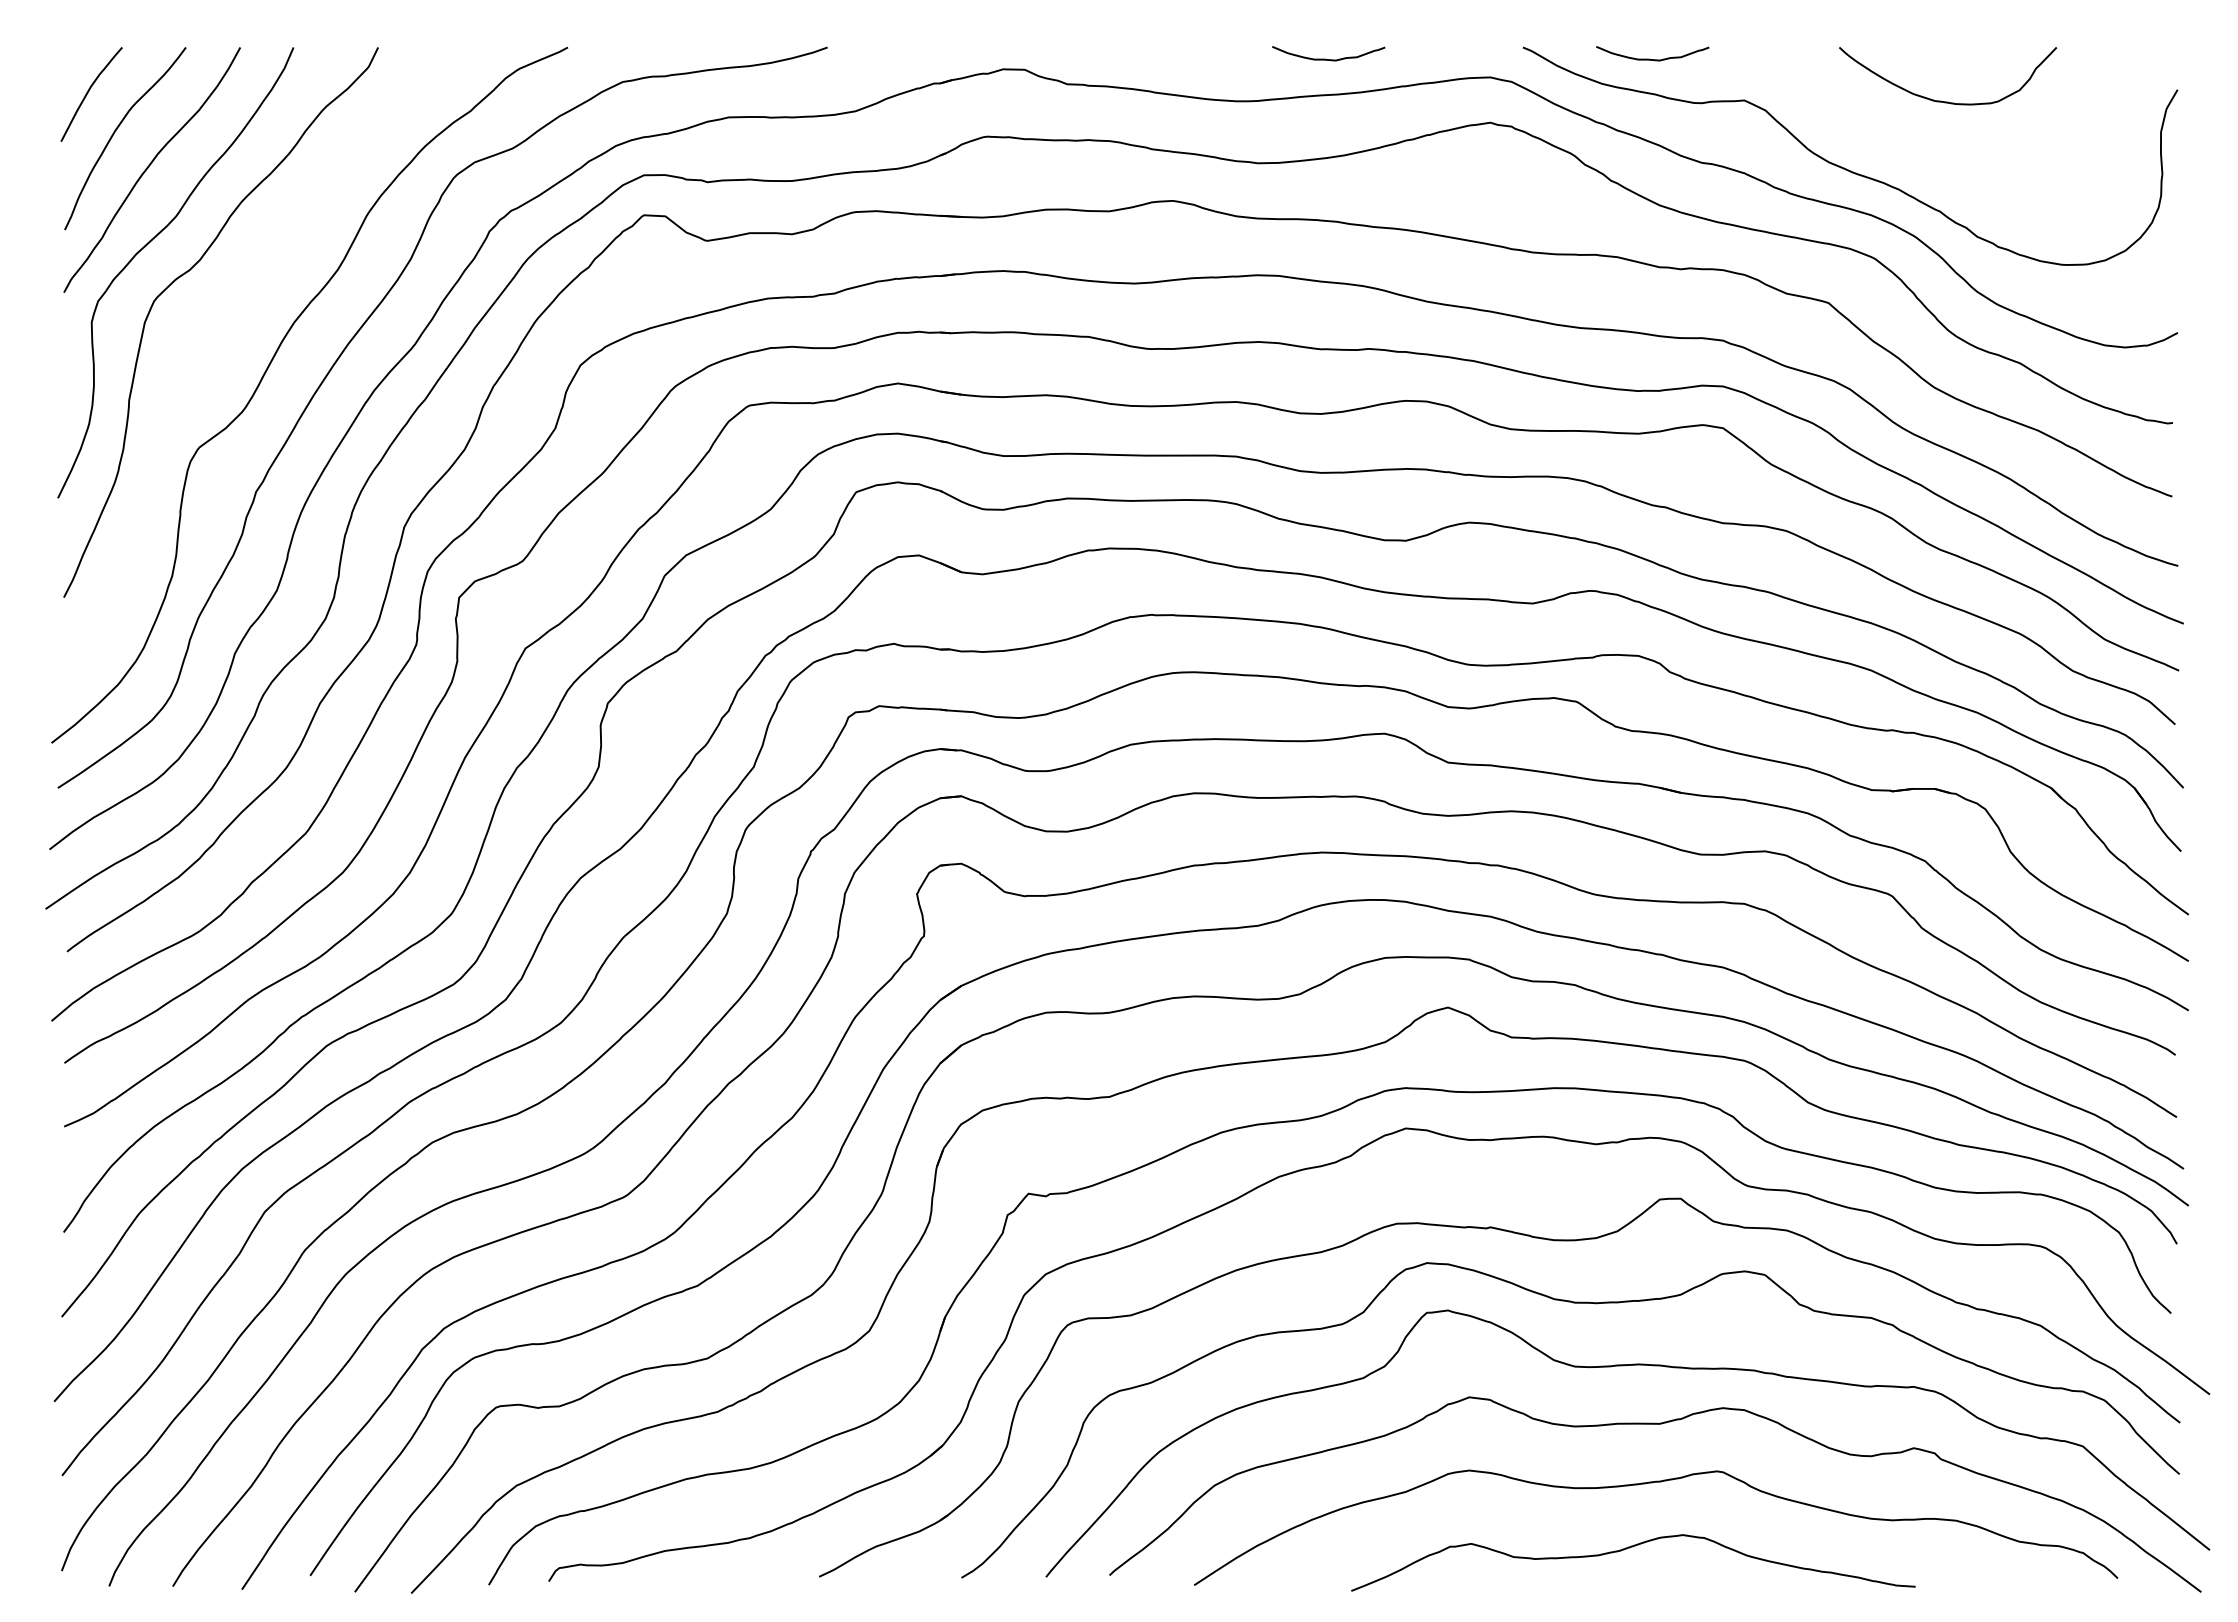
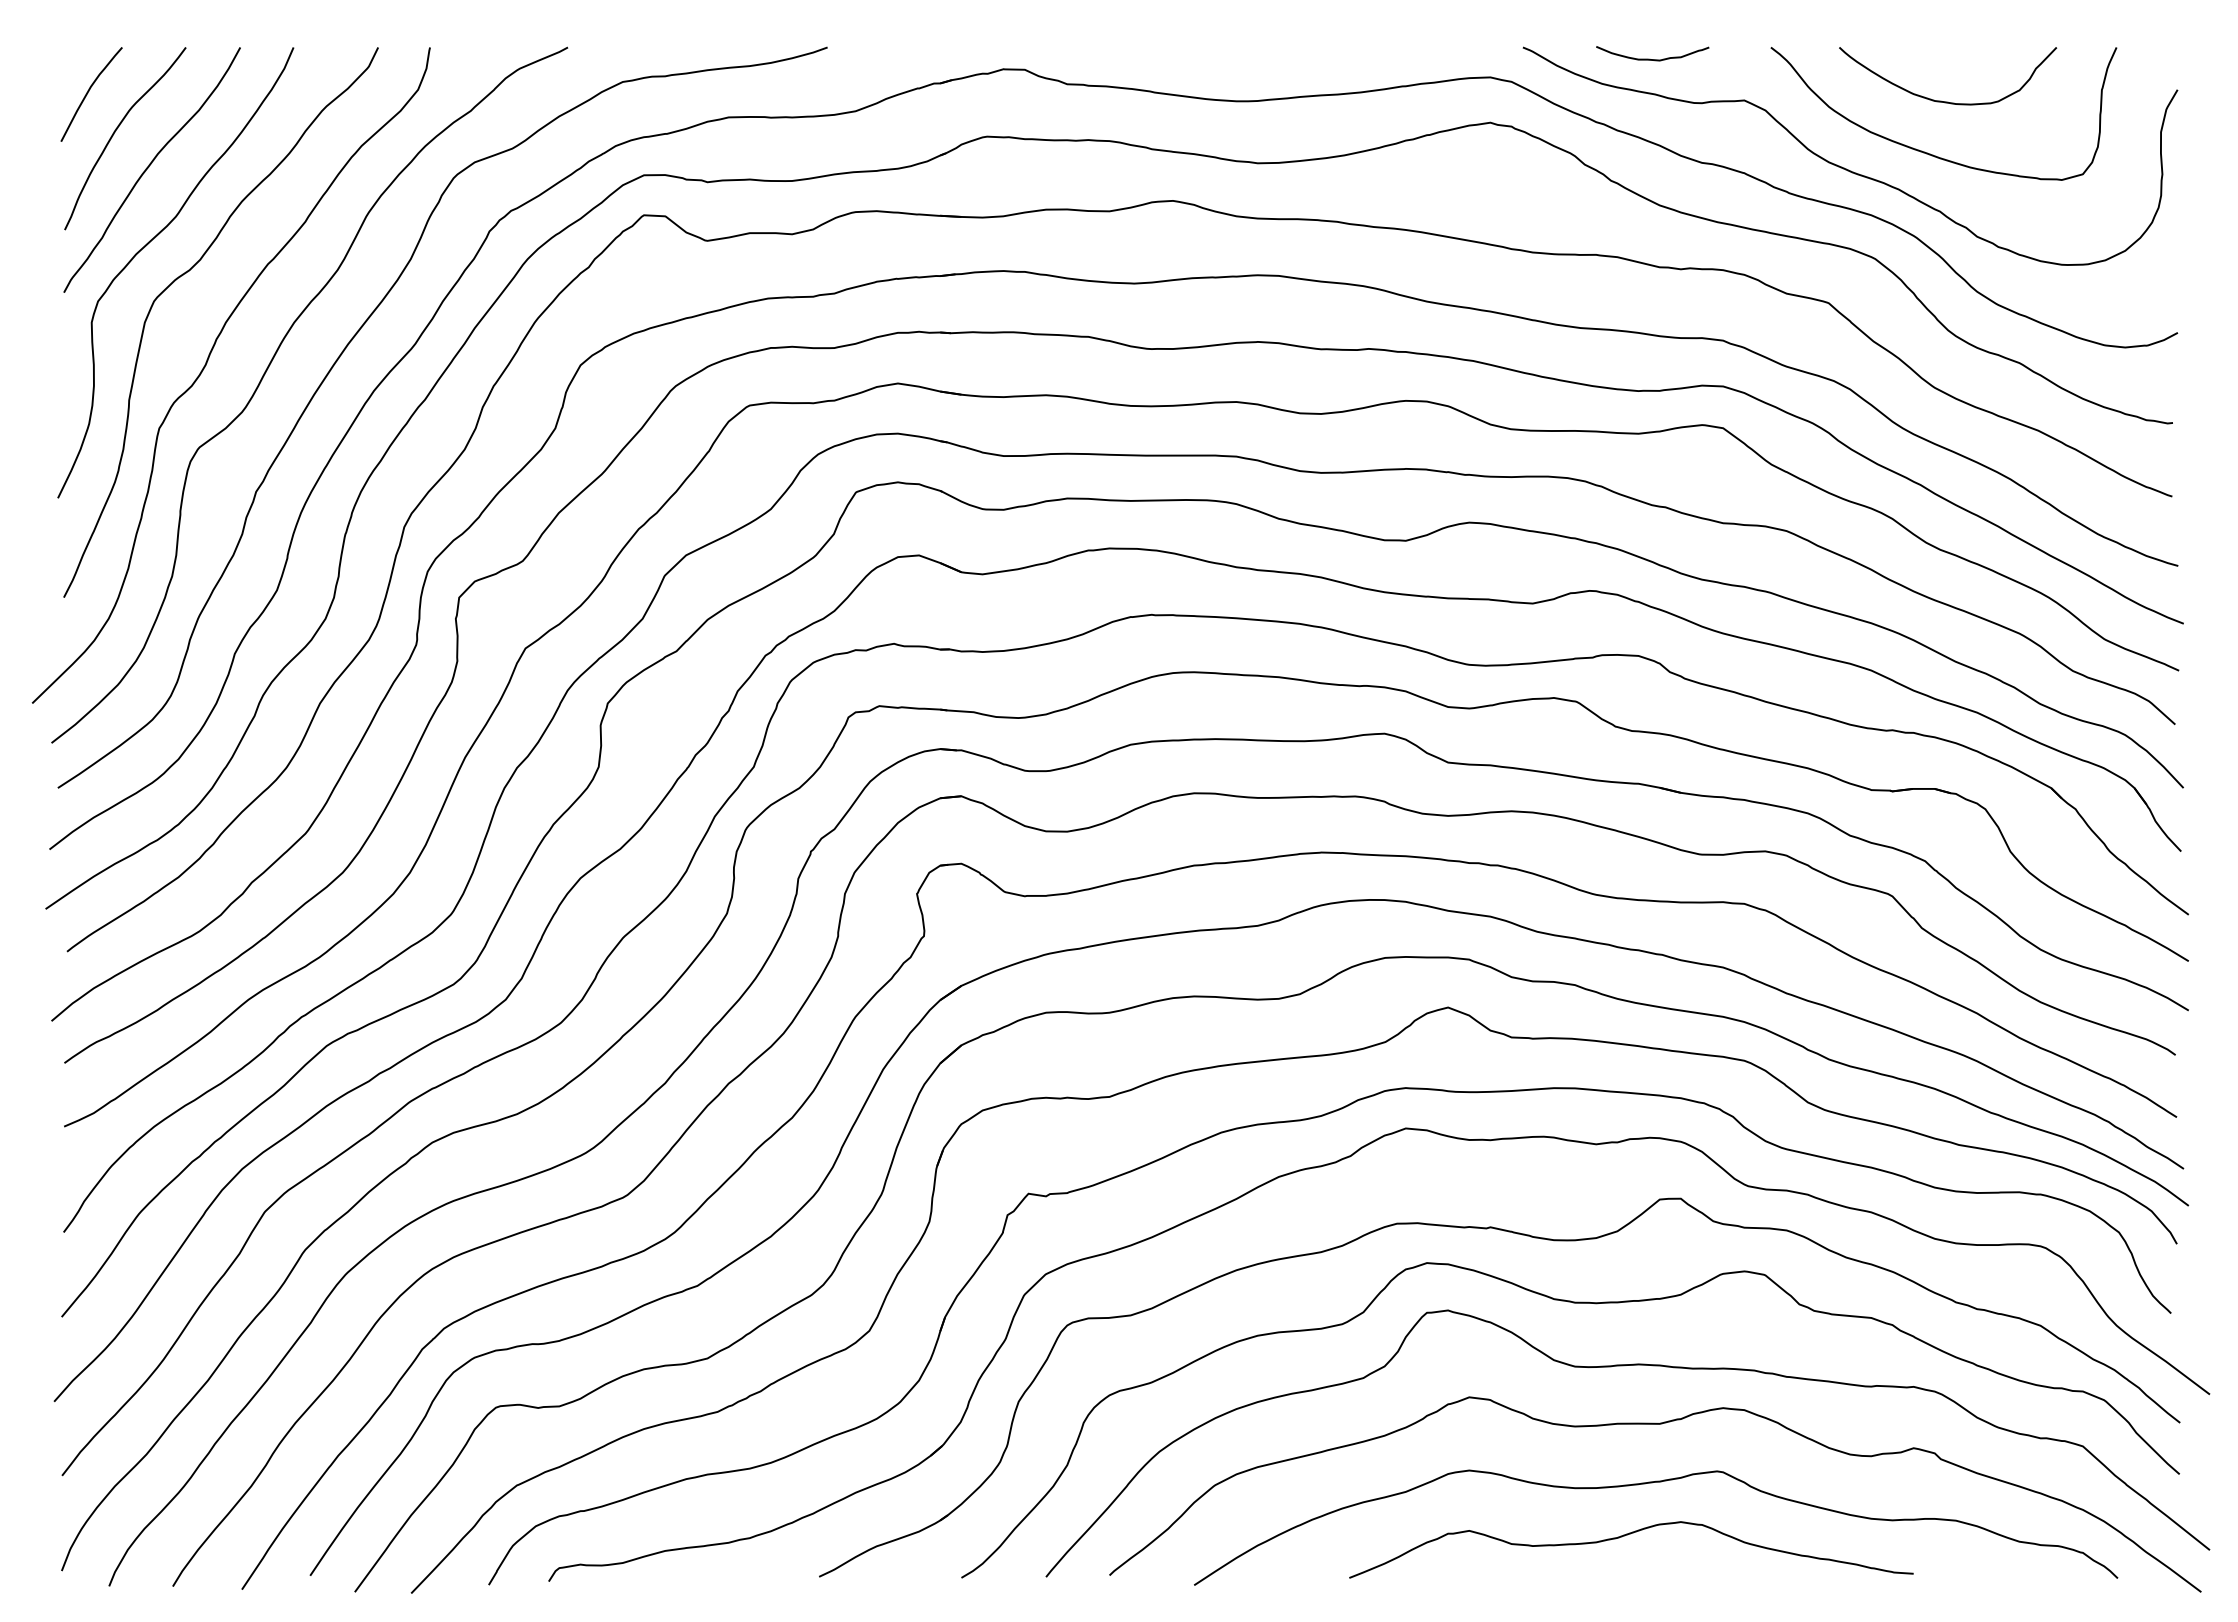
curve at (1325, 58): present -> none
curve at (1930, 153): none -> present
curve at (207, 363): none -> present
curve at (1629, 1548) position: (1629, 1548) -> (1627, 1535)
